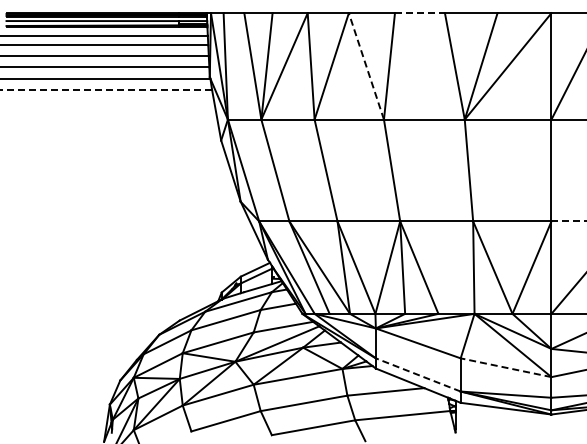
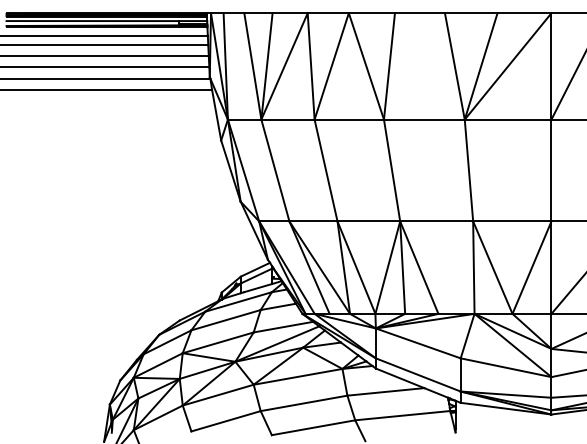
line at (419, 13): dashed -> solid
line at (366, 65): dashed -> solid
line at (106, 89): dashed -> solid
line at (569, 221): dashed -> solid
line at (505, 367): dashed -> solid
line at (418, 374): dashed -> solid
